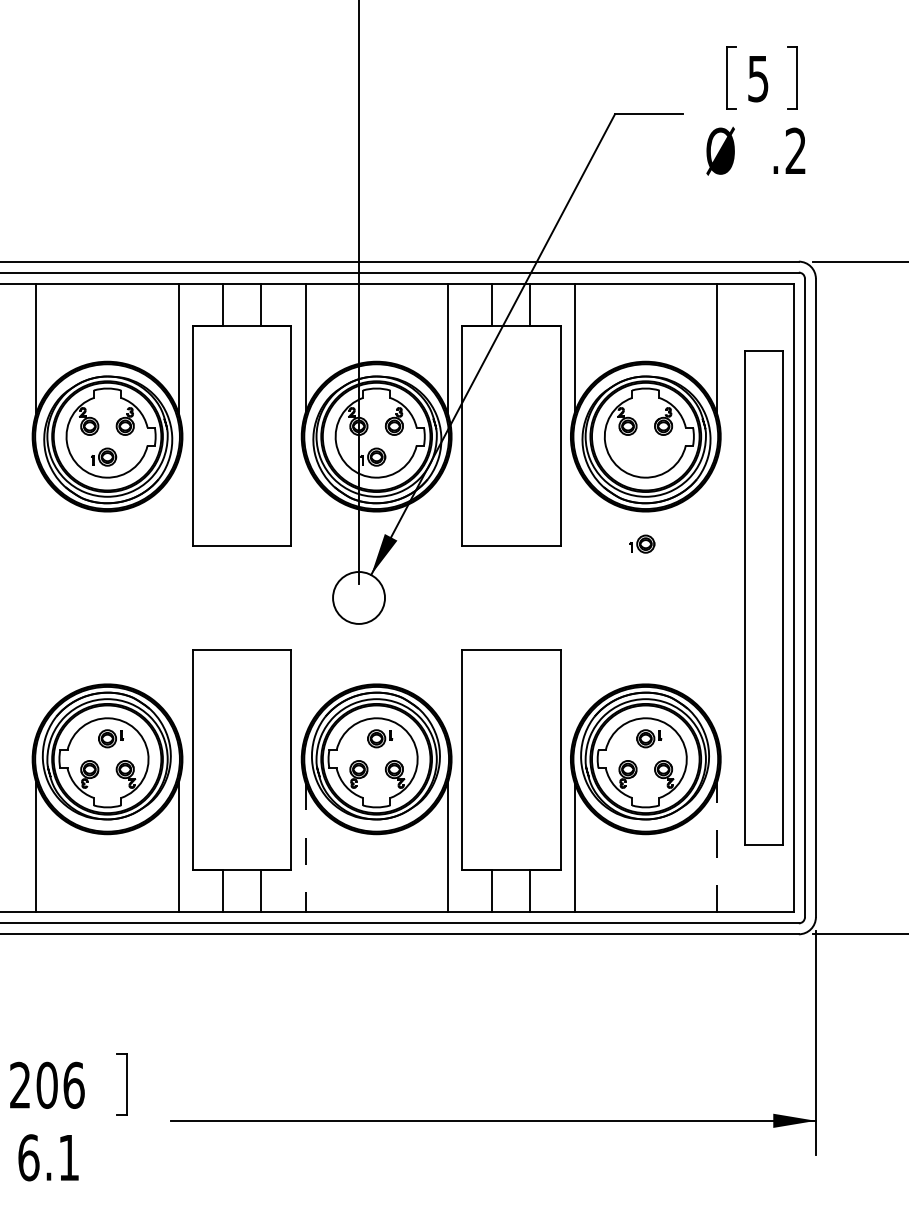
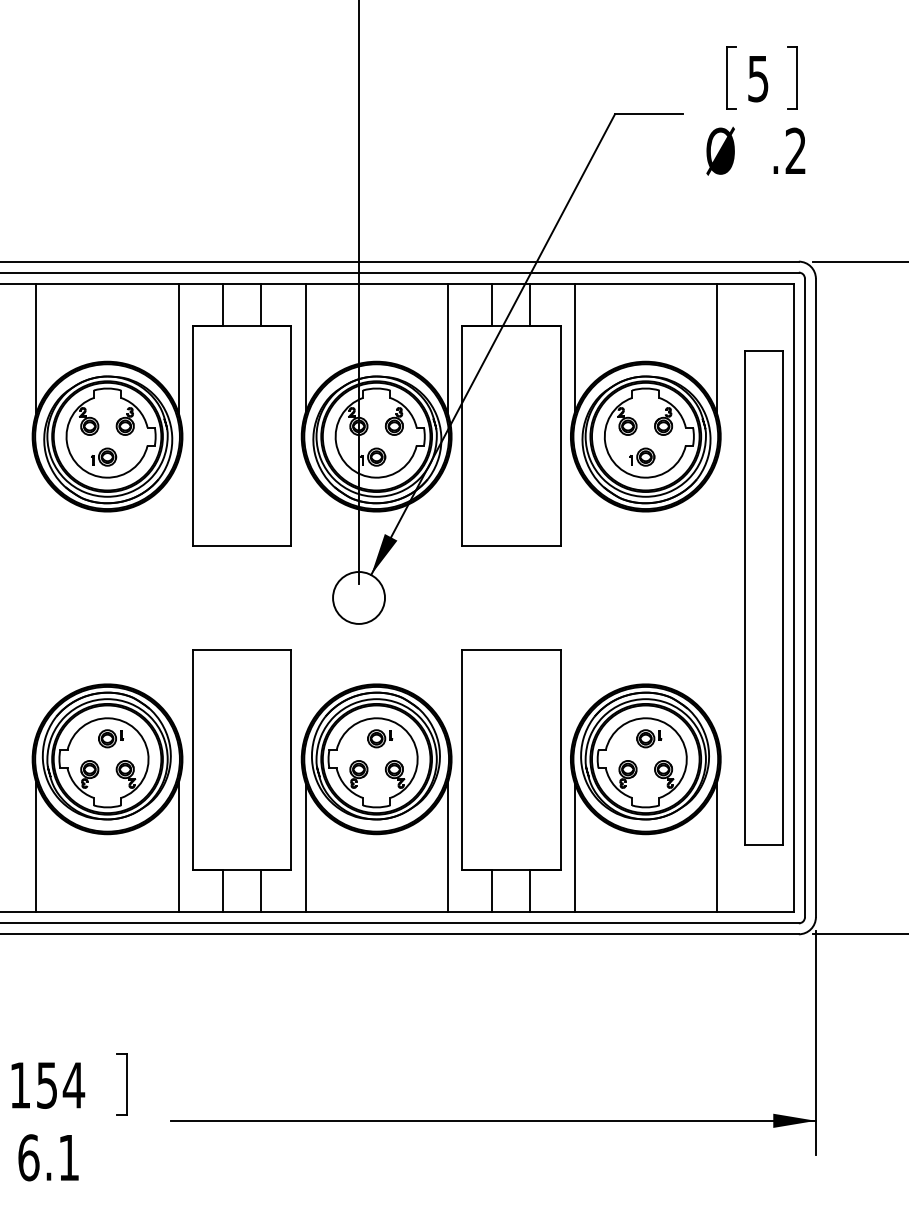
part at (642, 543) position: (642, 543) -> (642, 456)
line at (305, 847): dashed -> solid
line at (716, 847): dashed -> solid
text at (47, 1084): 206 -> 154
